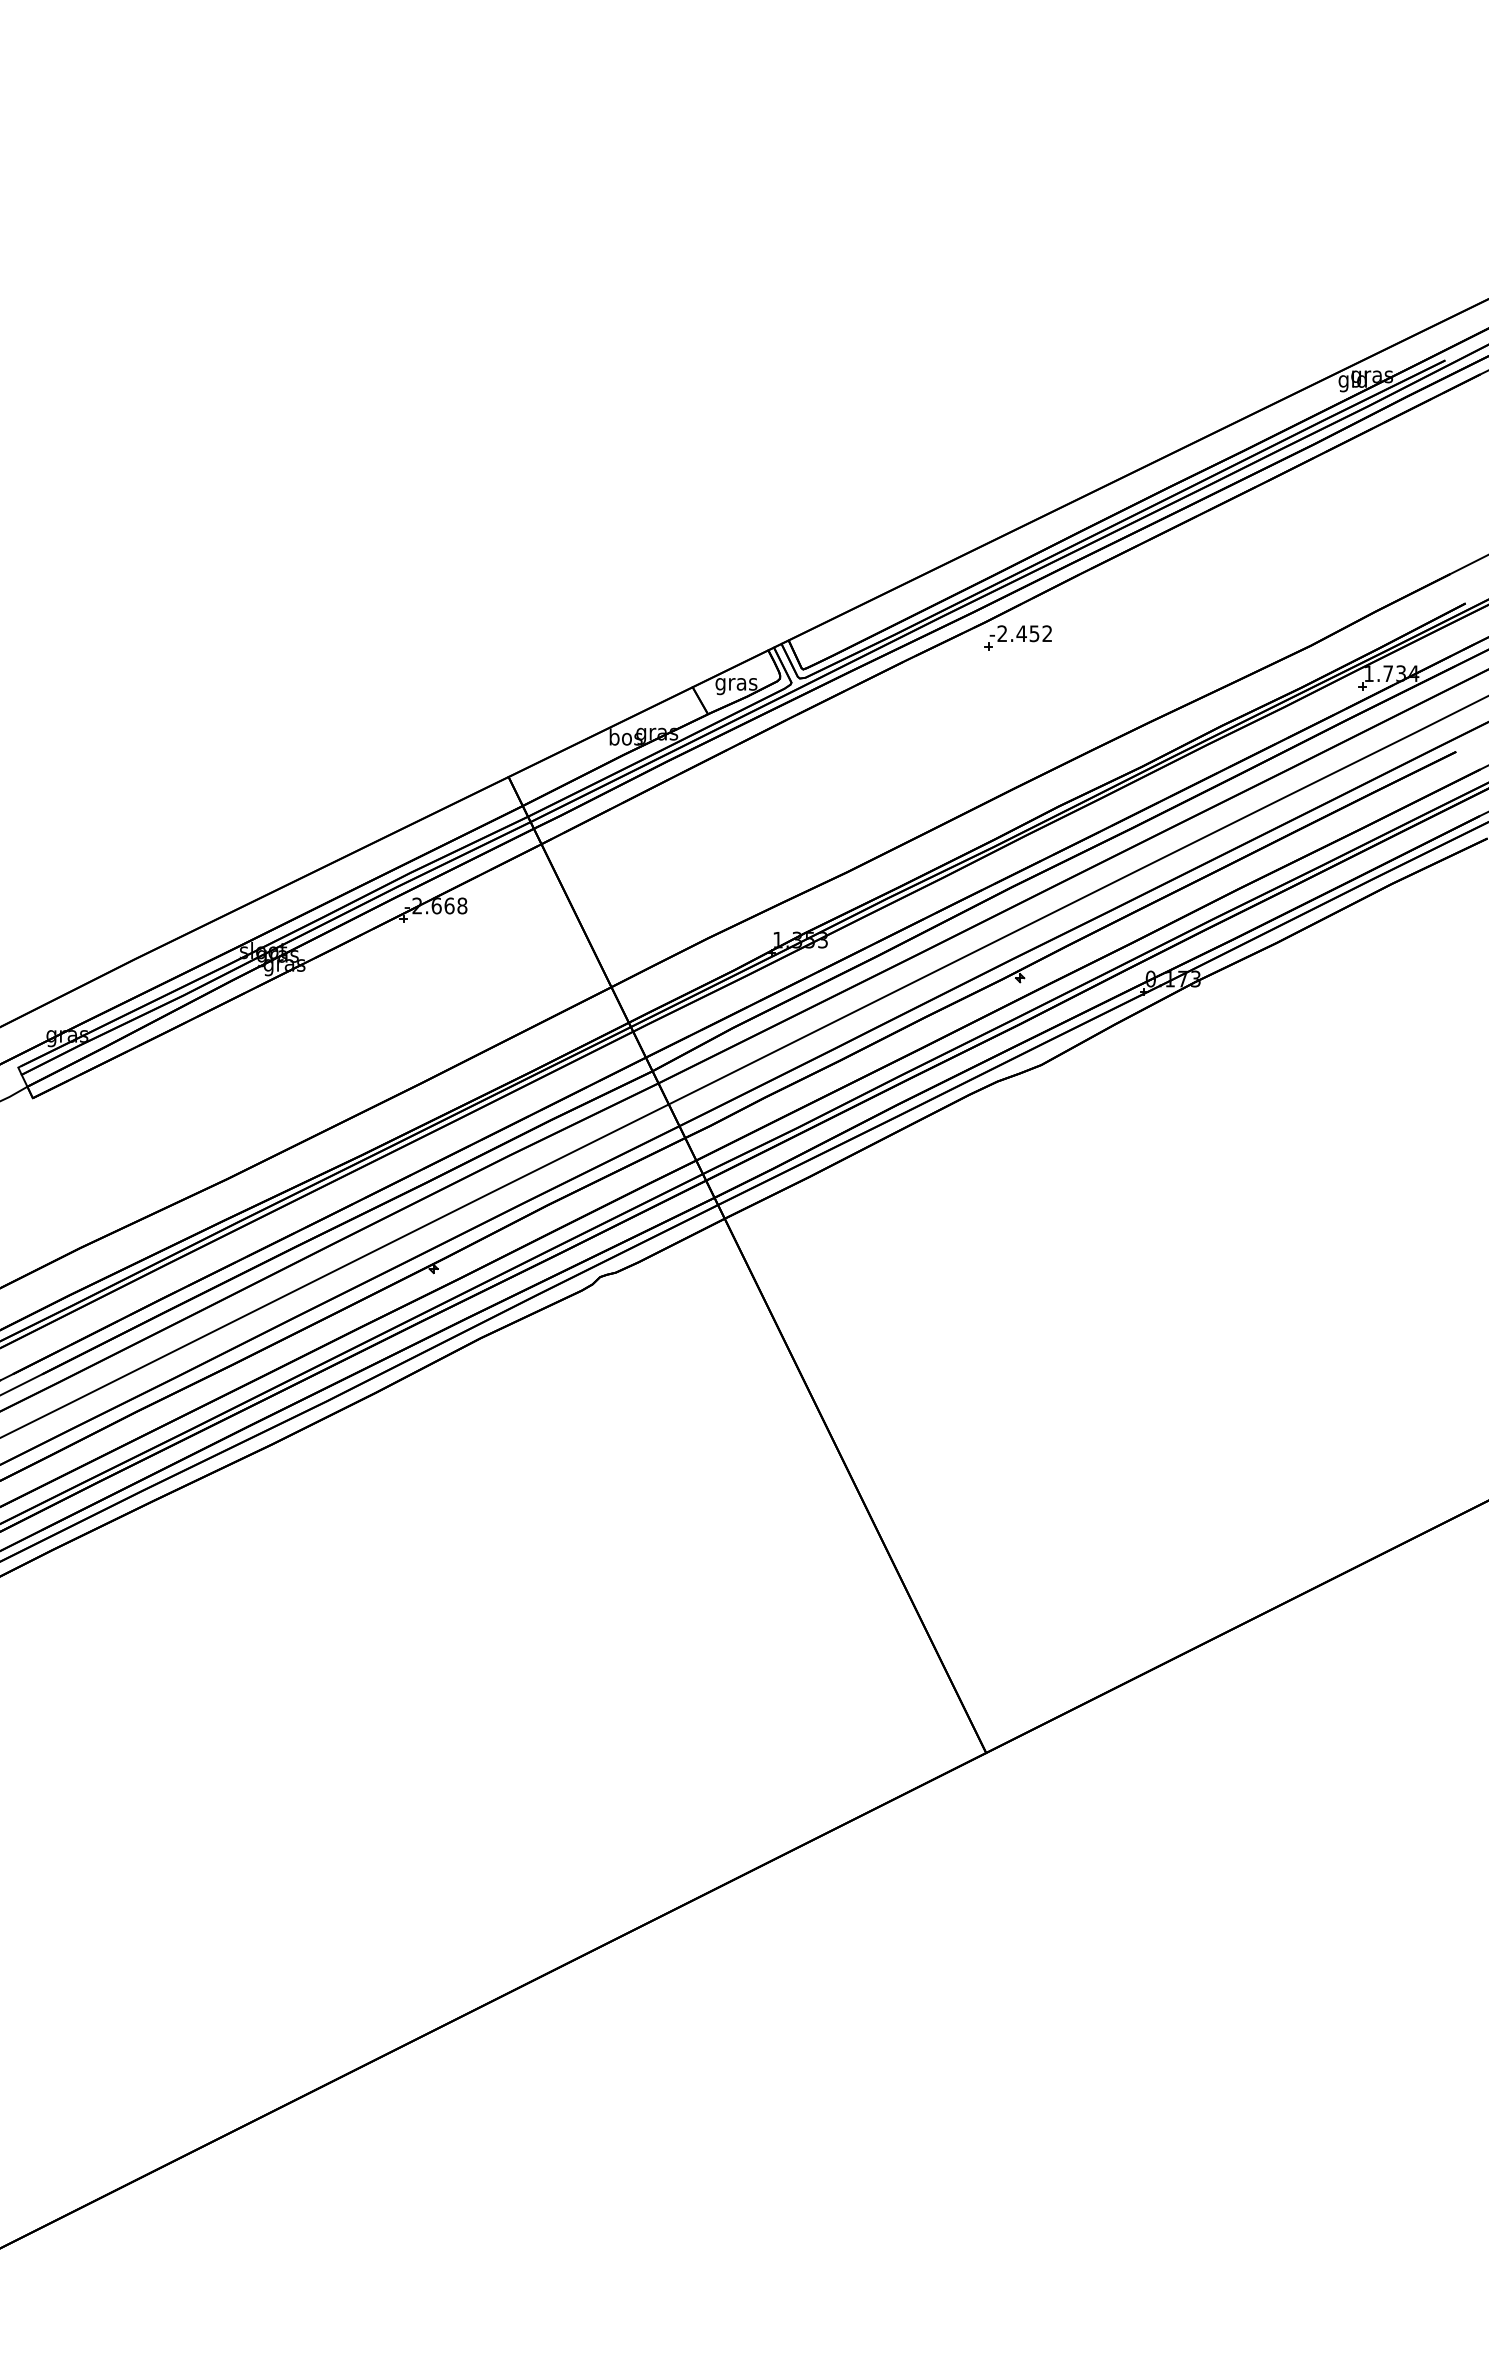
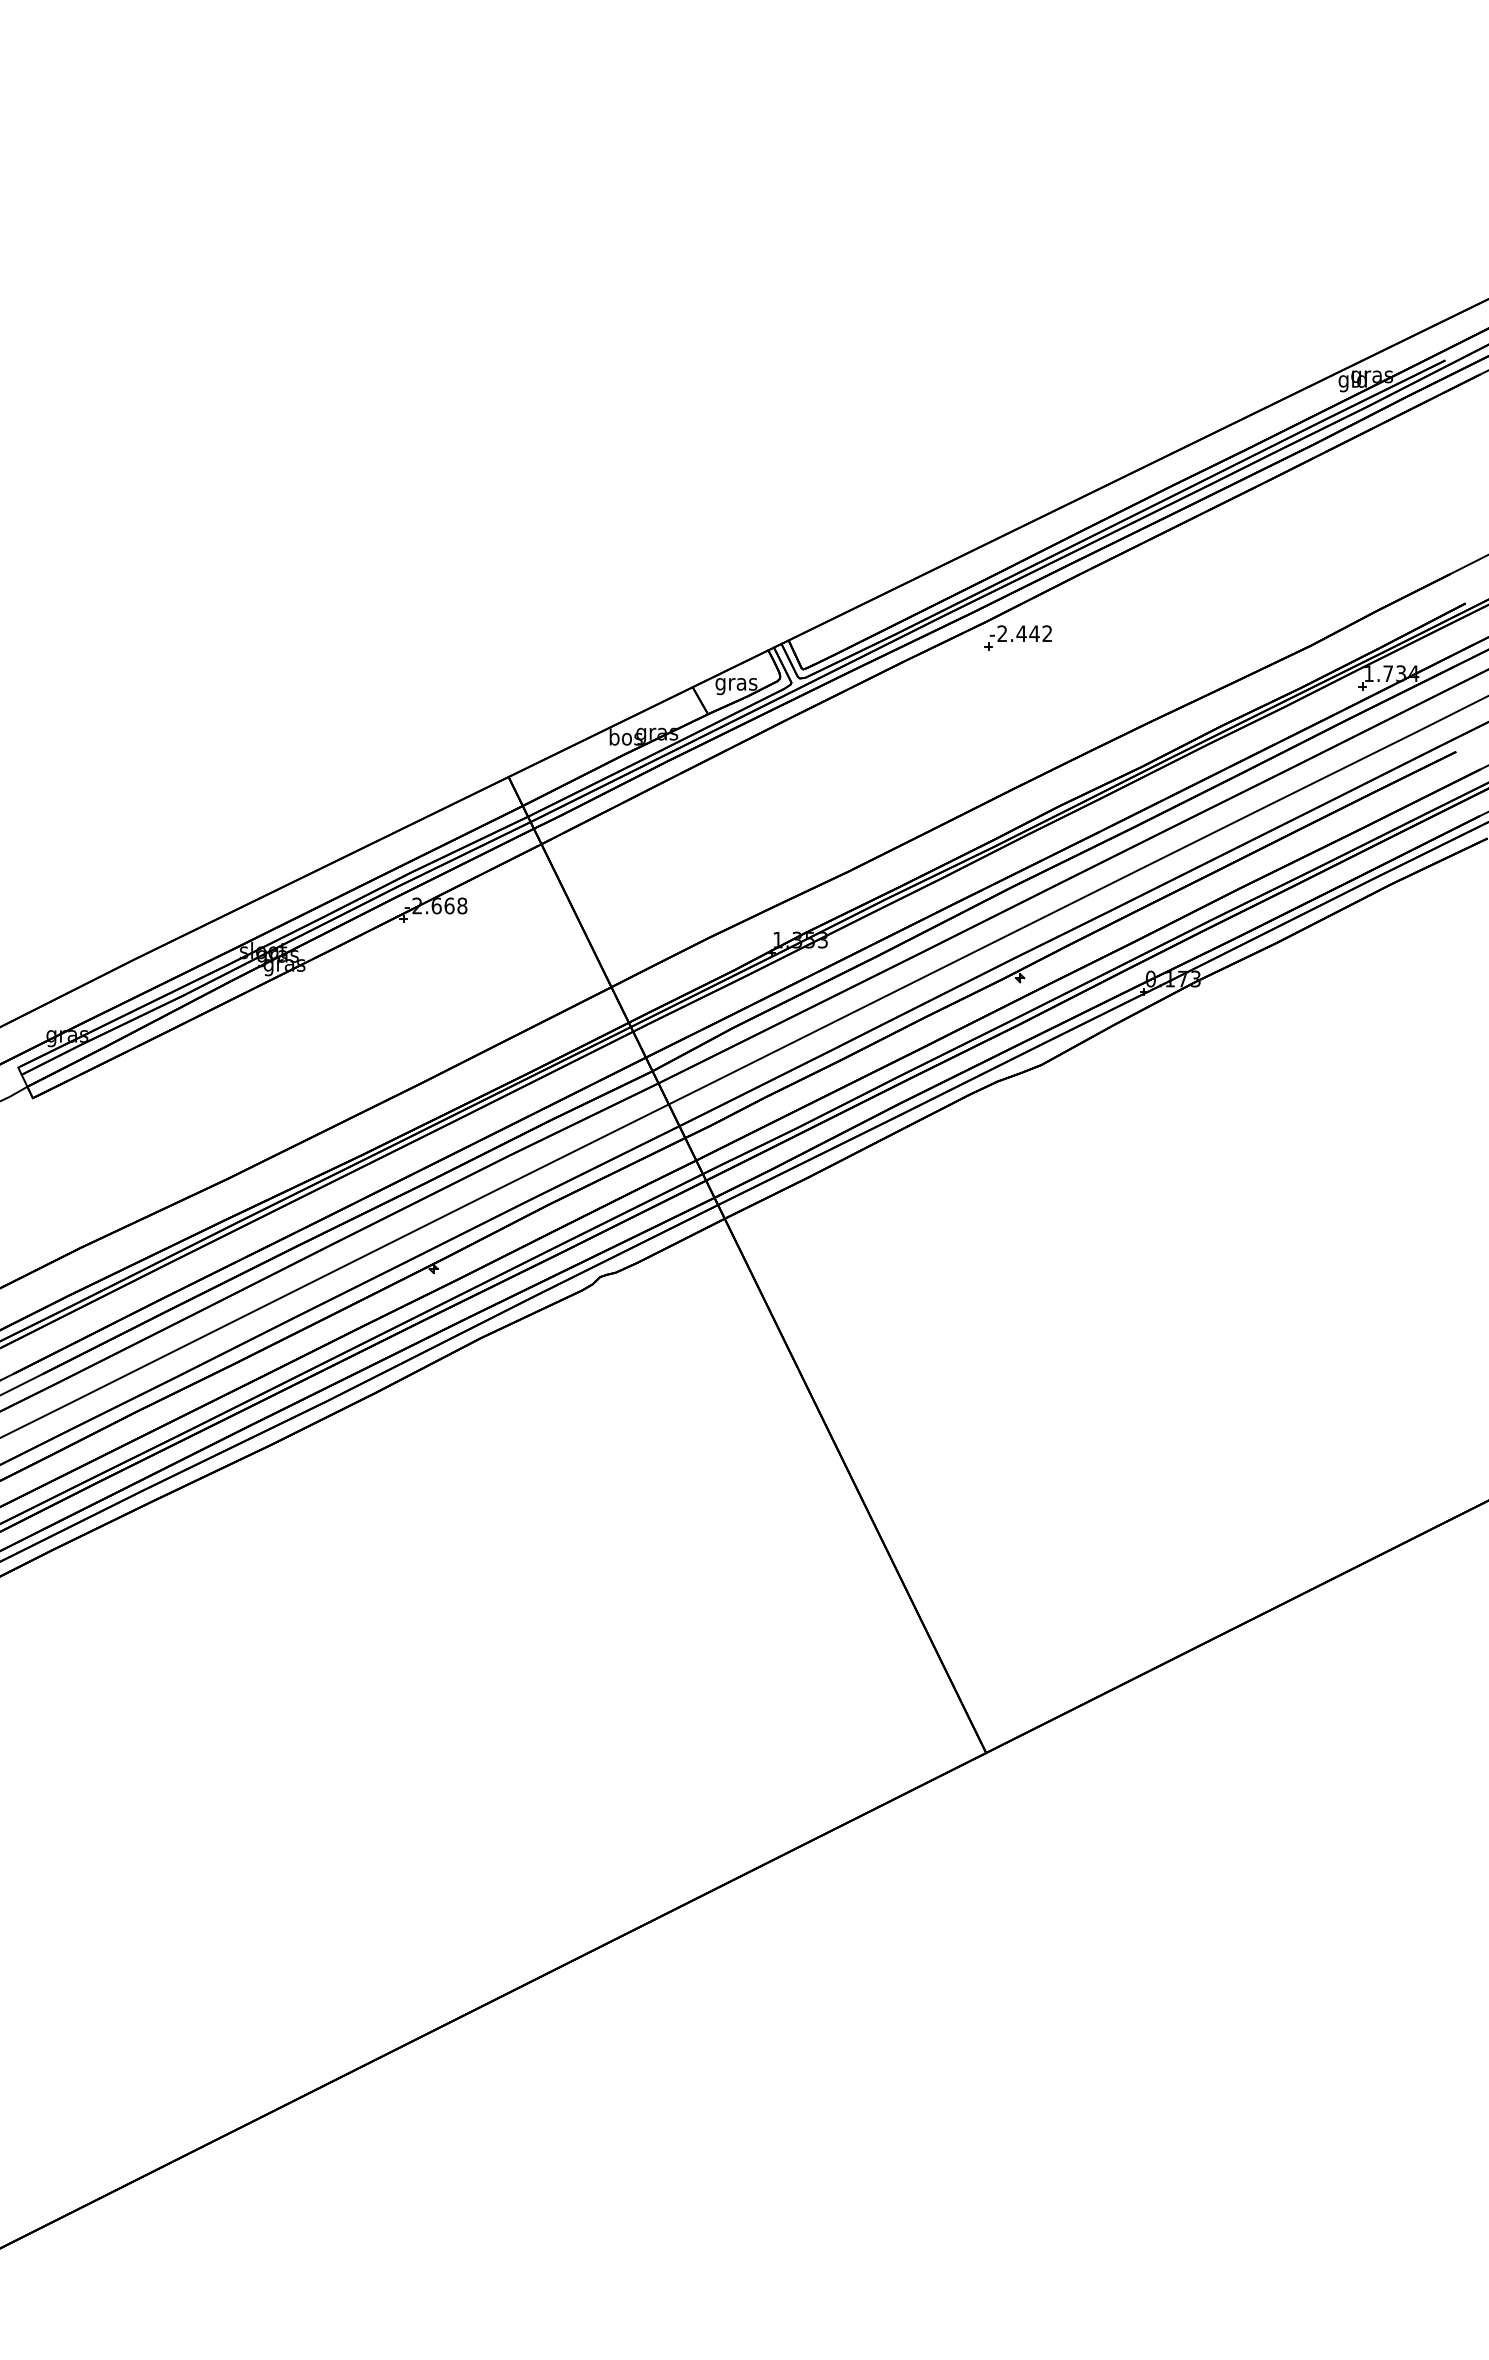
text at (1034, 633): -2.452 -> -2.442
